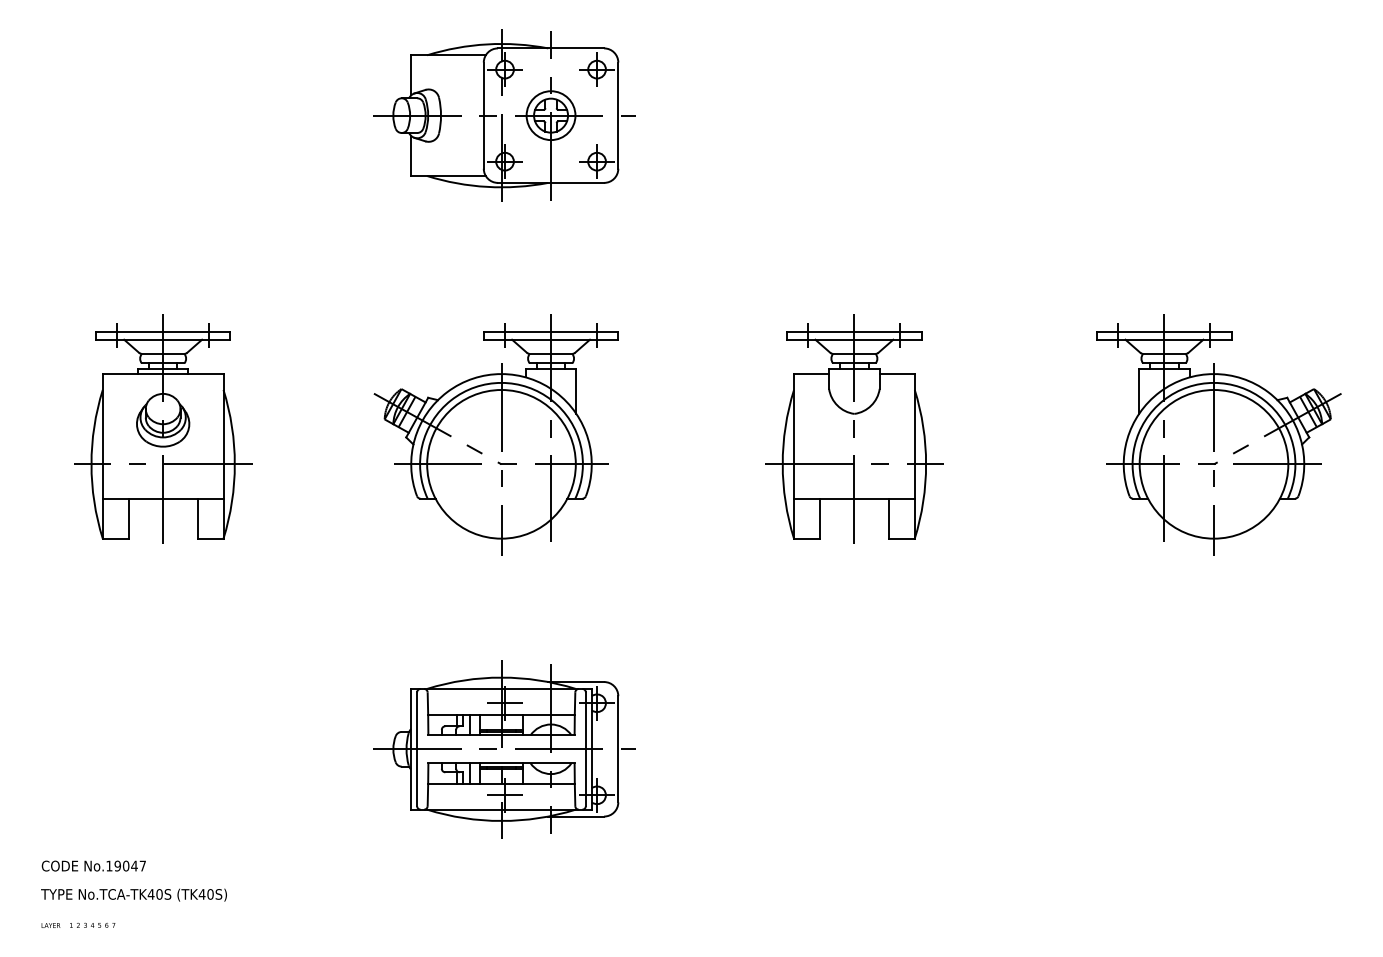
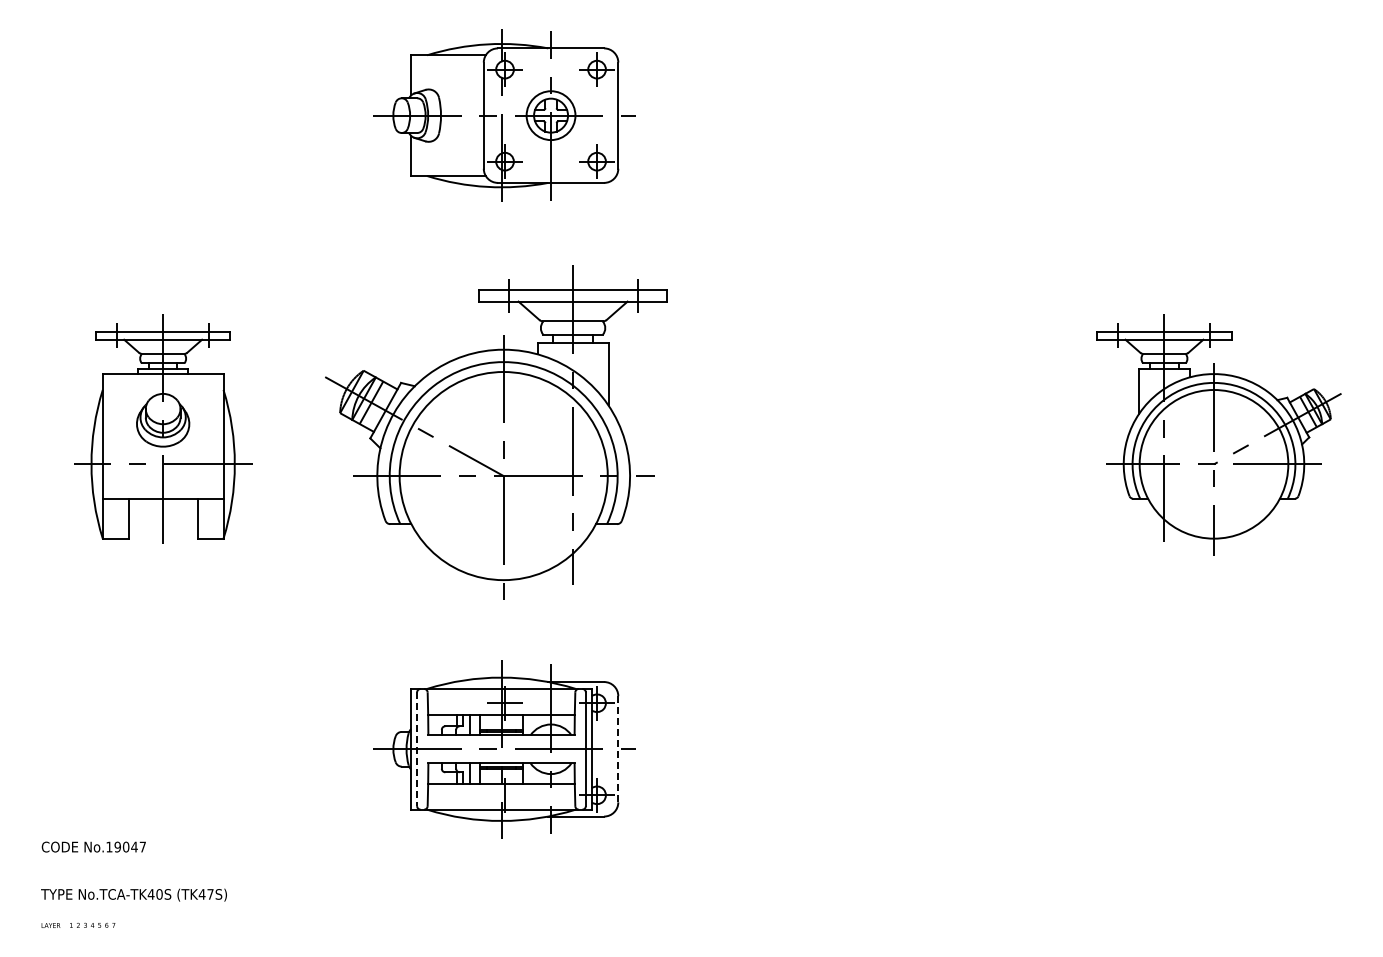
part at (854, 428): present -> none
part at (495, 434) size: 246x242 px -> 343x335 px
line at (417, 749): solid -> dashed
line at (618, 749): solid -> dashed
line at (504, 795): present -> none
text at (93, 865) position: (93, 865) -> (93, 846)
text at (210, 894): (TK40S) -> (TK47S)
